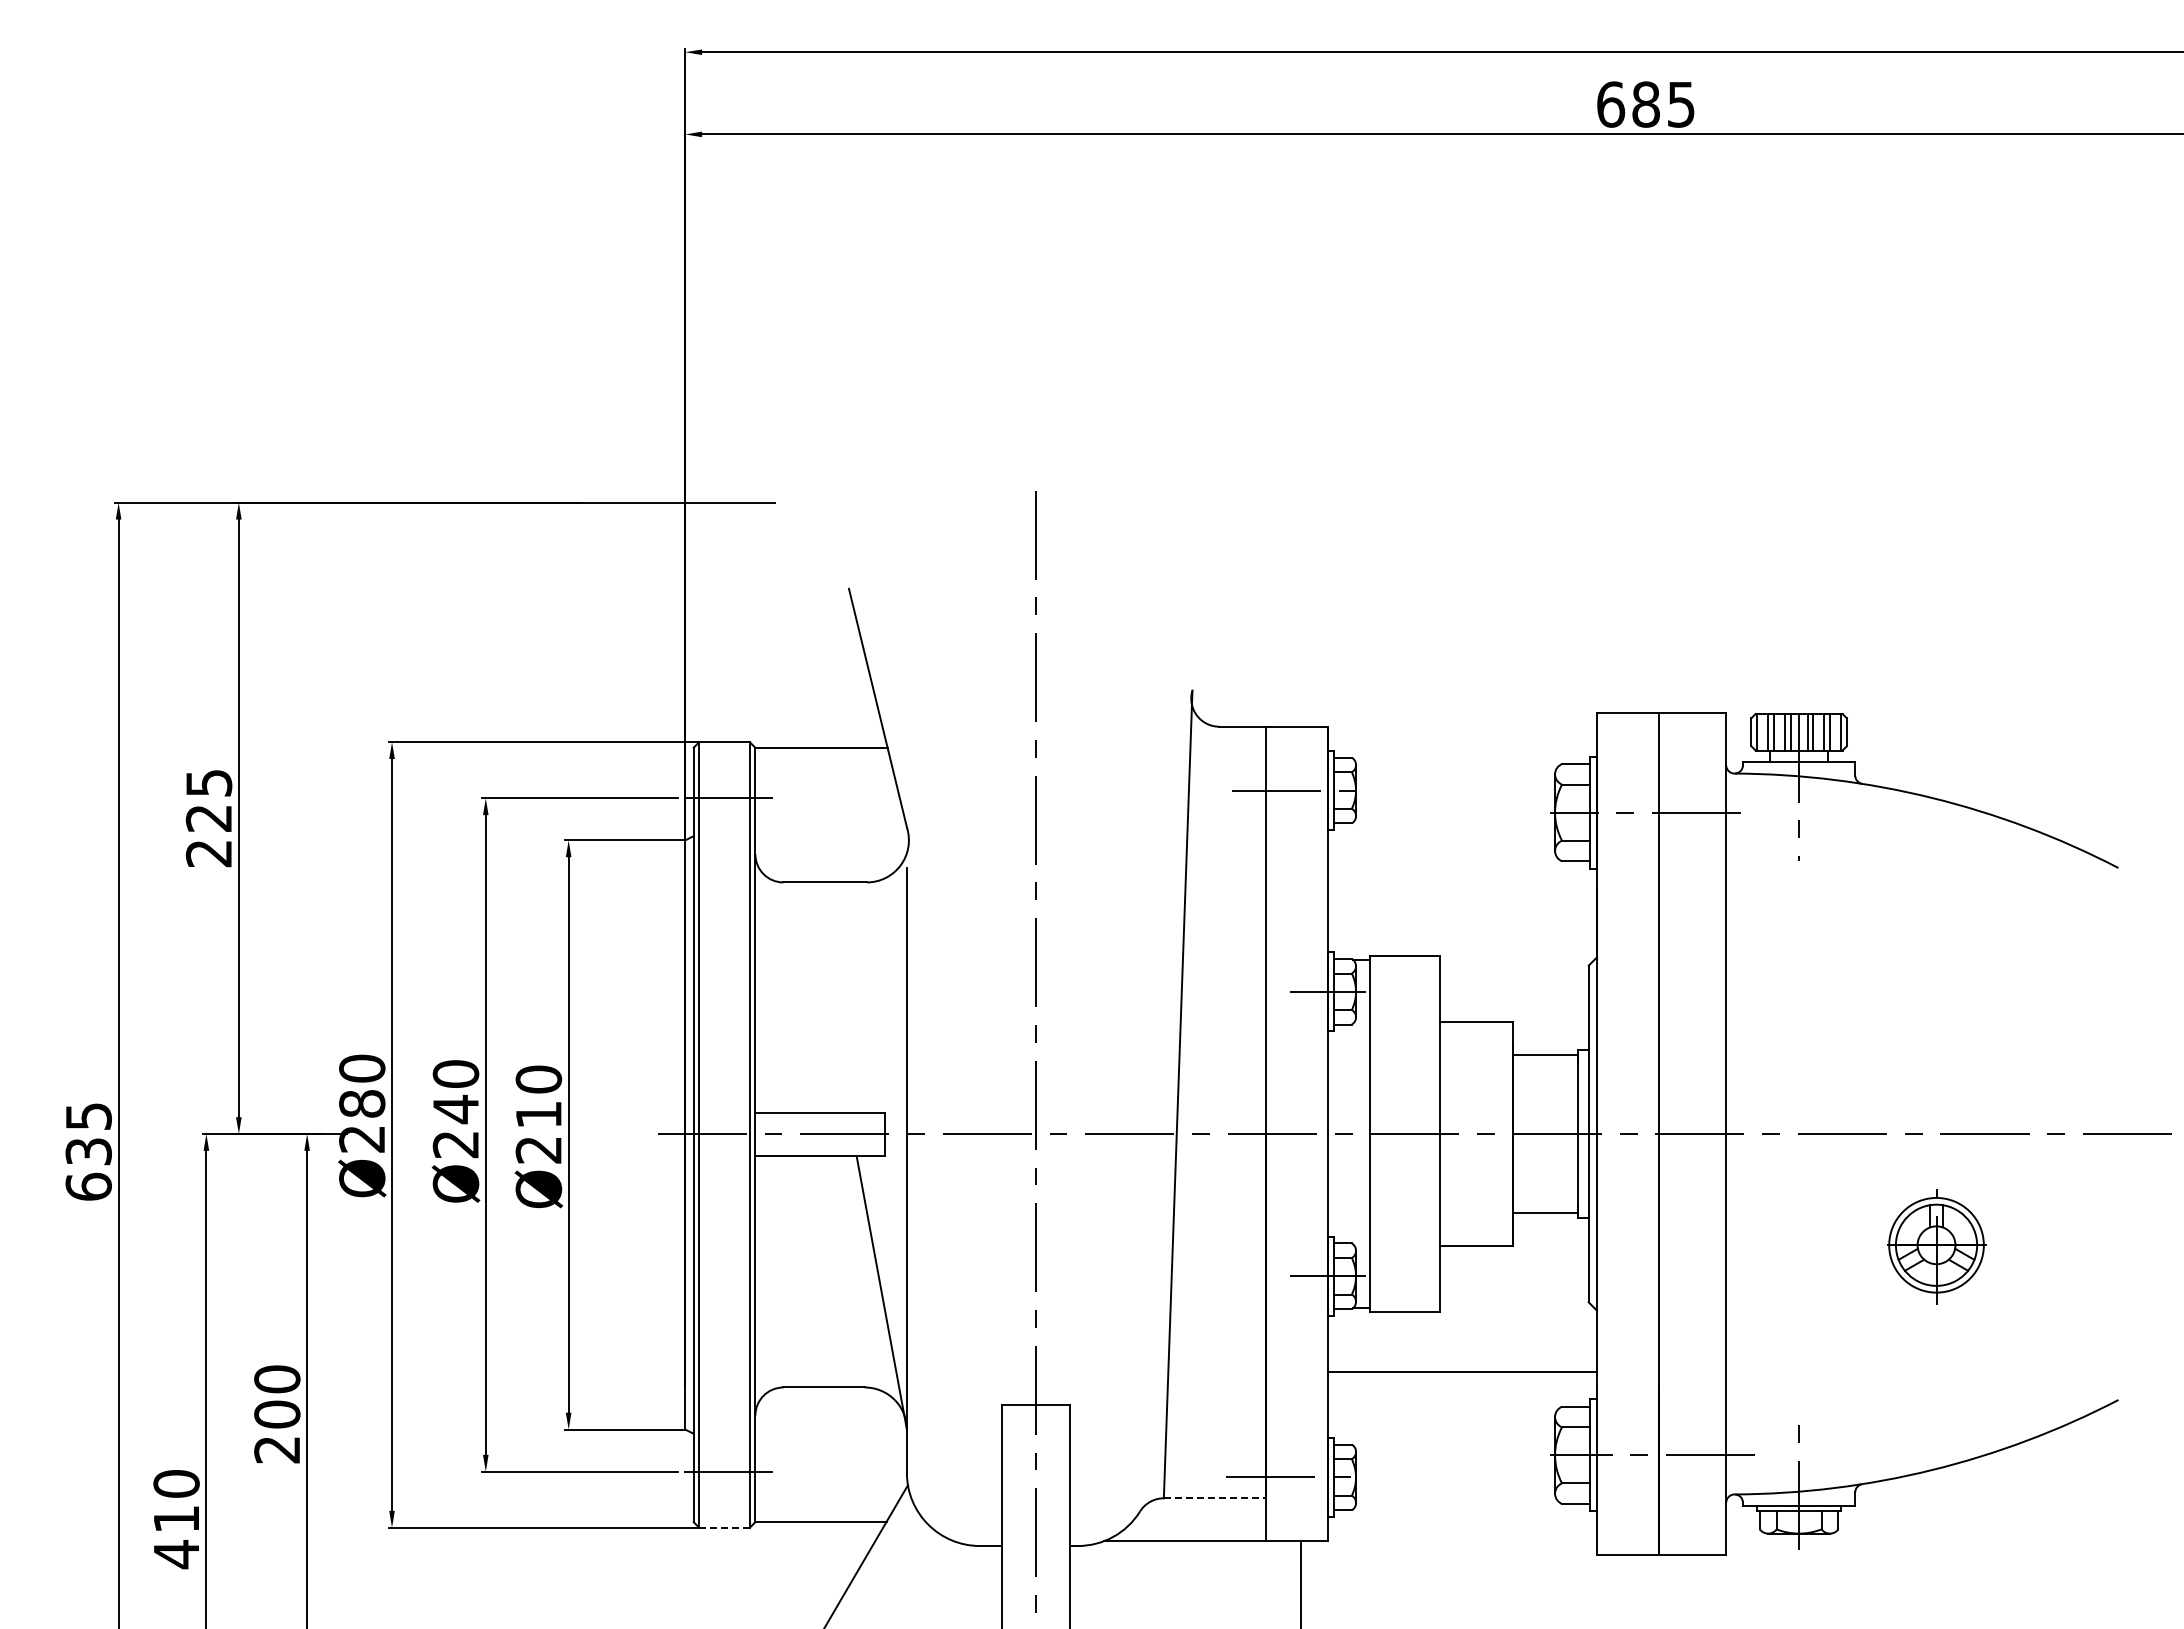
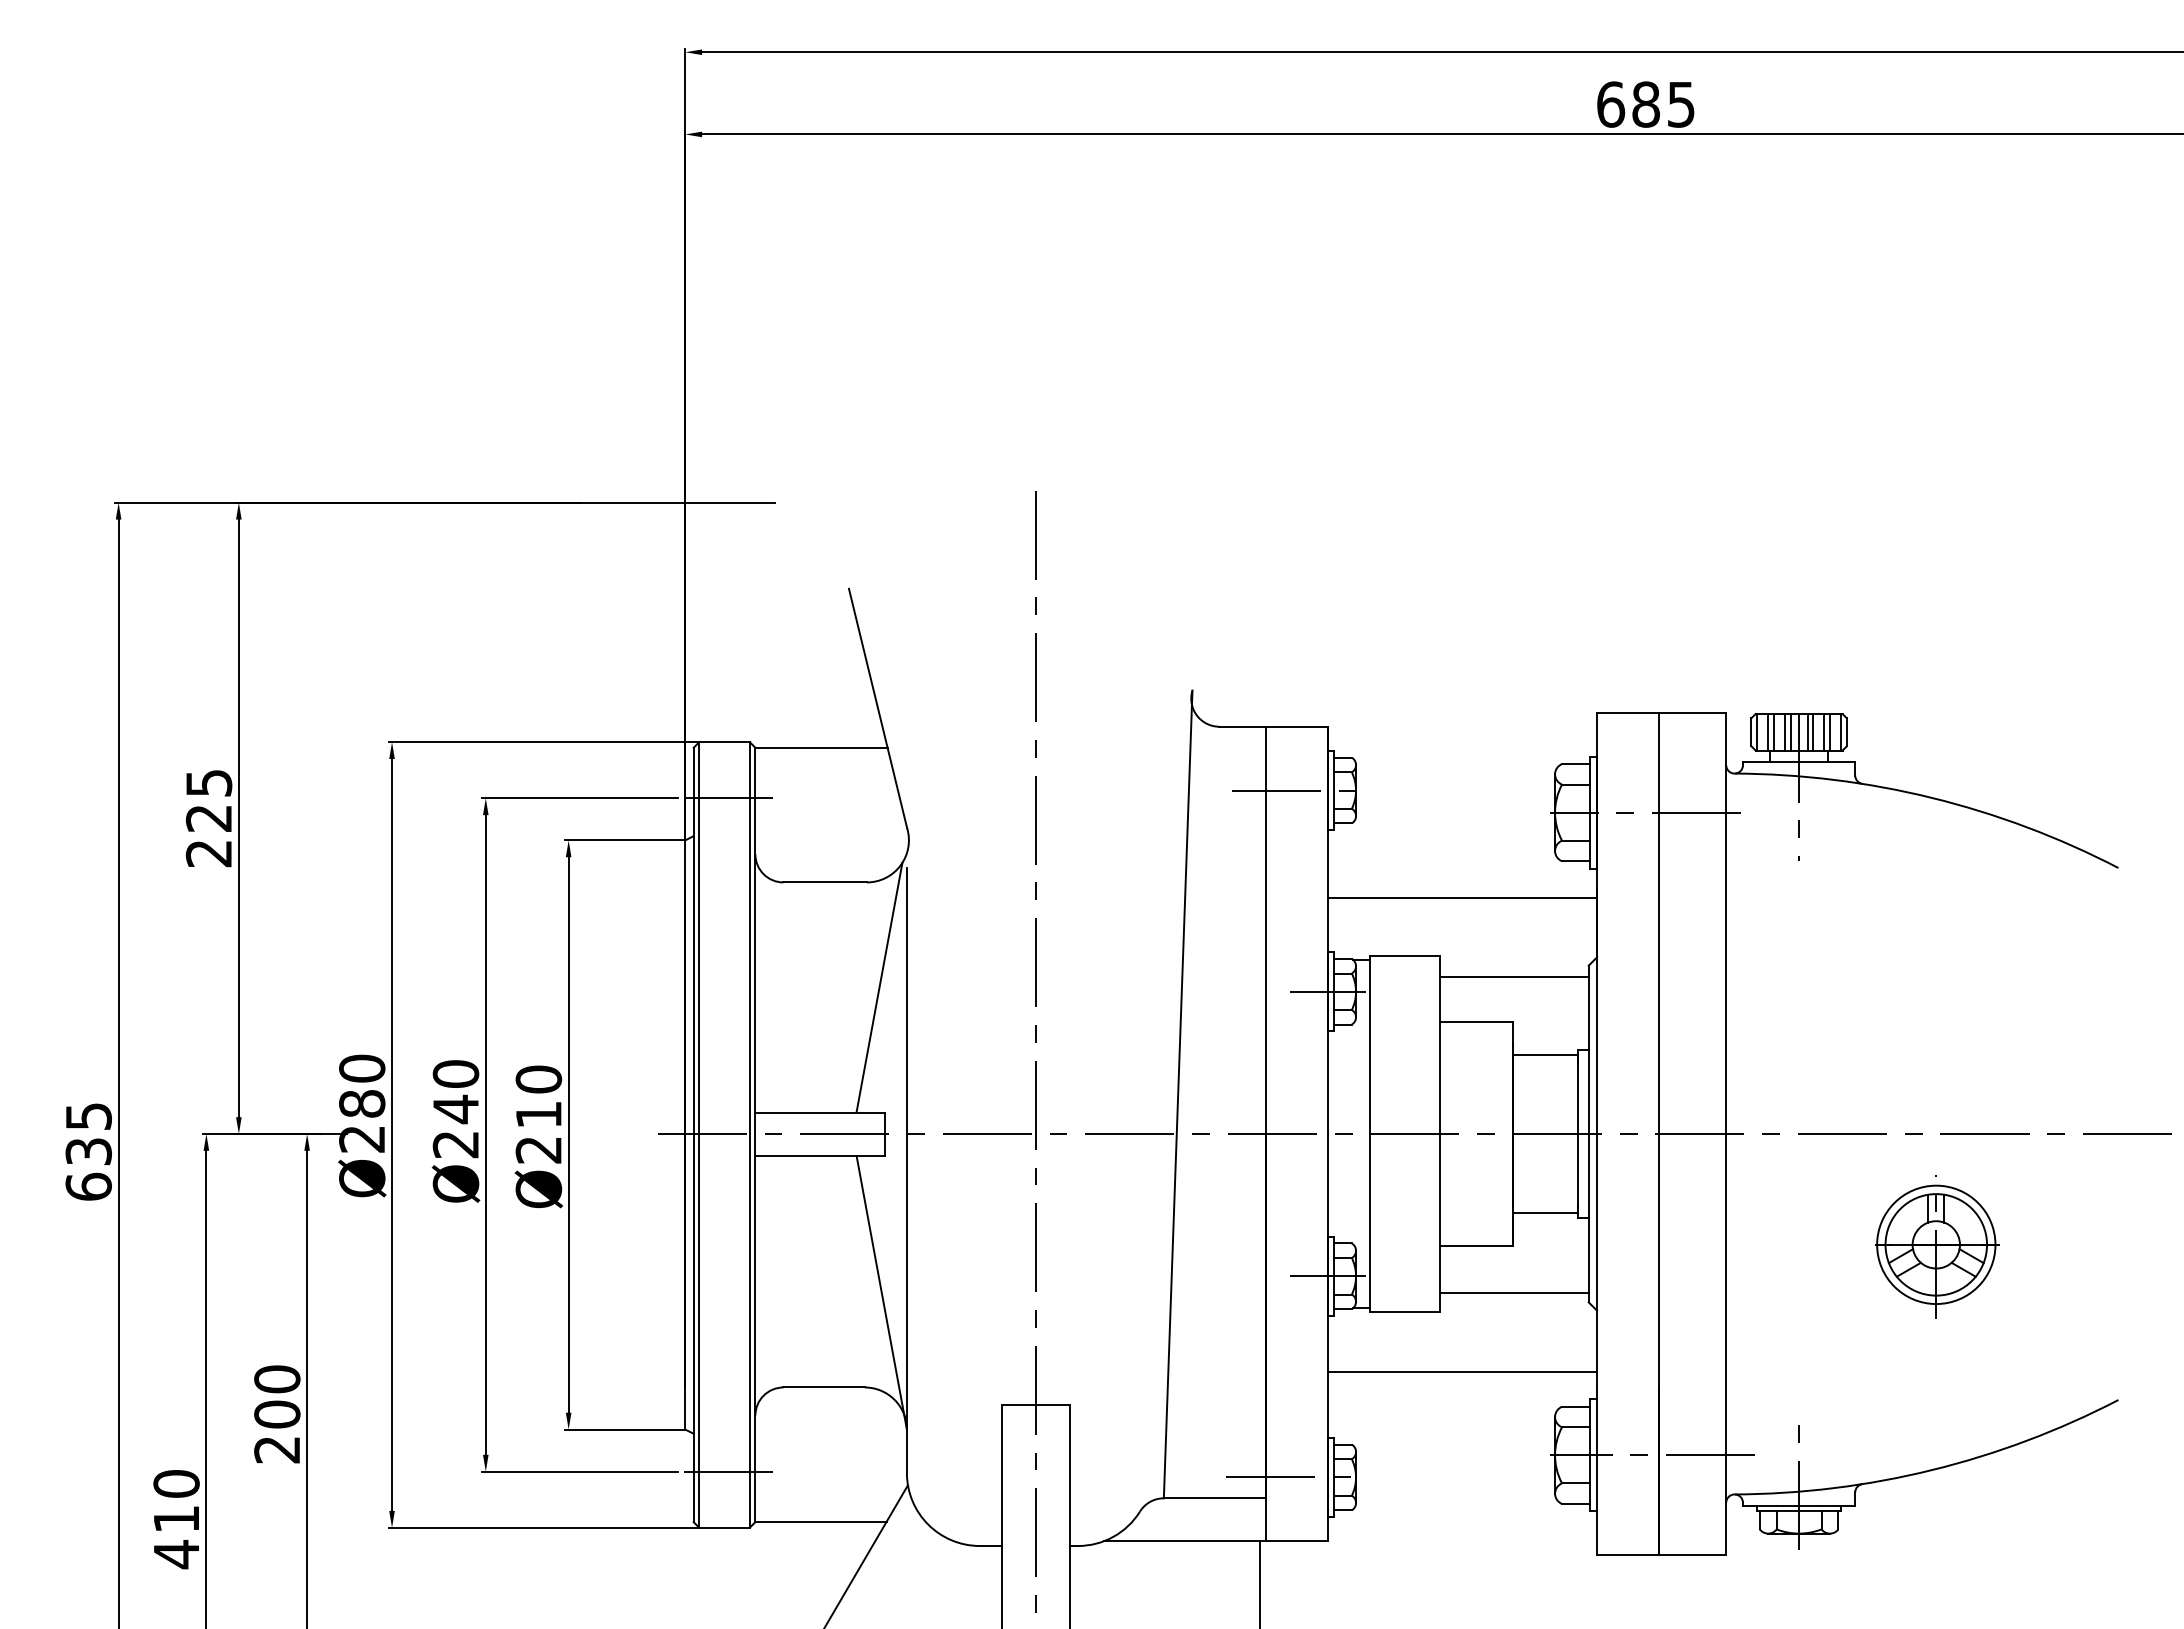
line at (1462, 897): none -> present
line at (1514, 976): none -> present
line at (879, 987): none -> present
part at (1936, 1246) size: 100x116 px -> 125x144 px
line at (1514, 1293): none -> present
line at (1215, 1498): dashed -> solid
line at (724, 1527): dashed -> solid
line at (1301, 1583) position: (1301, 1583) -> (1260, 1583)
